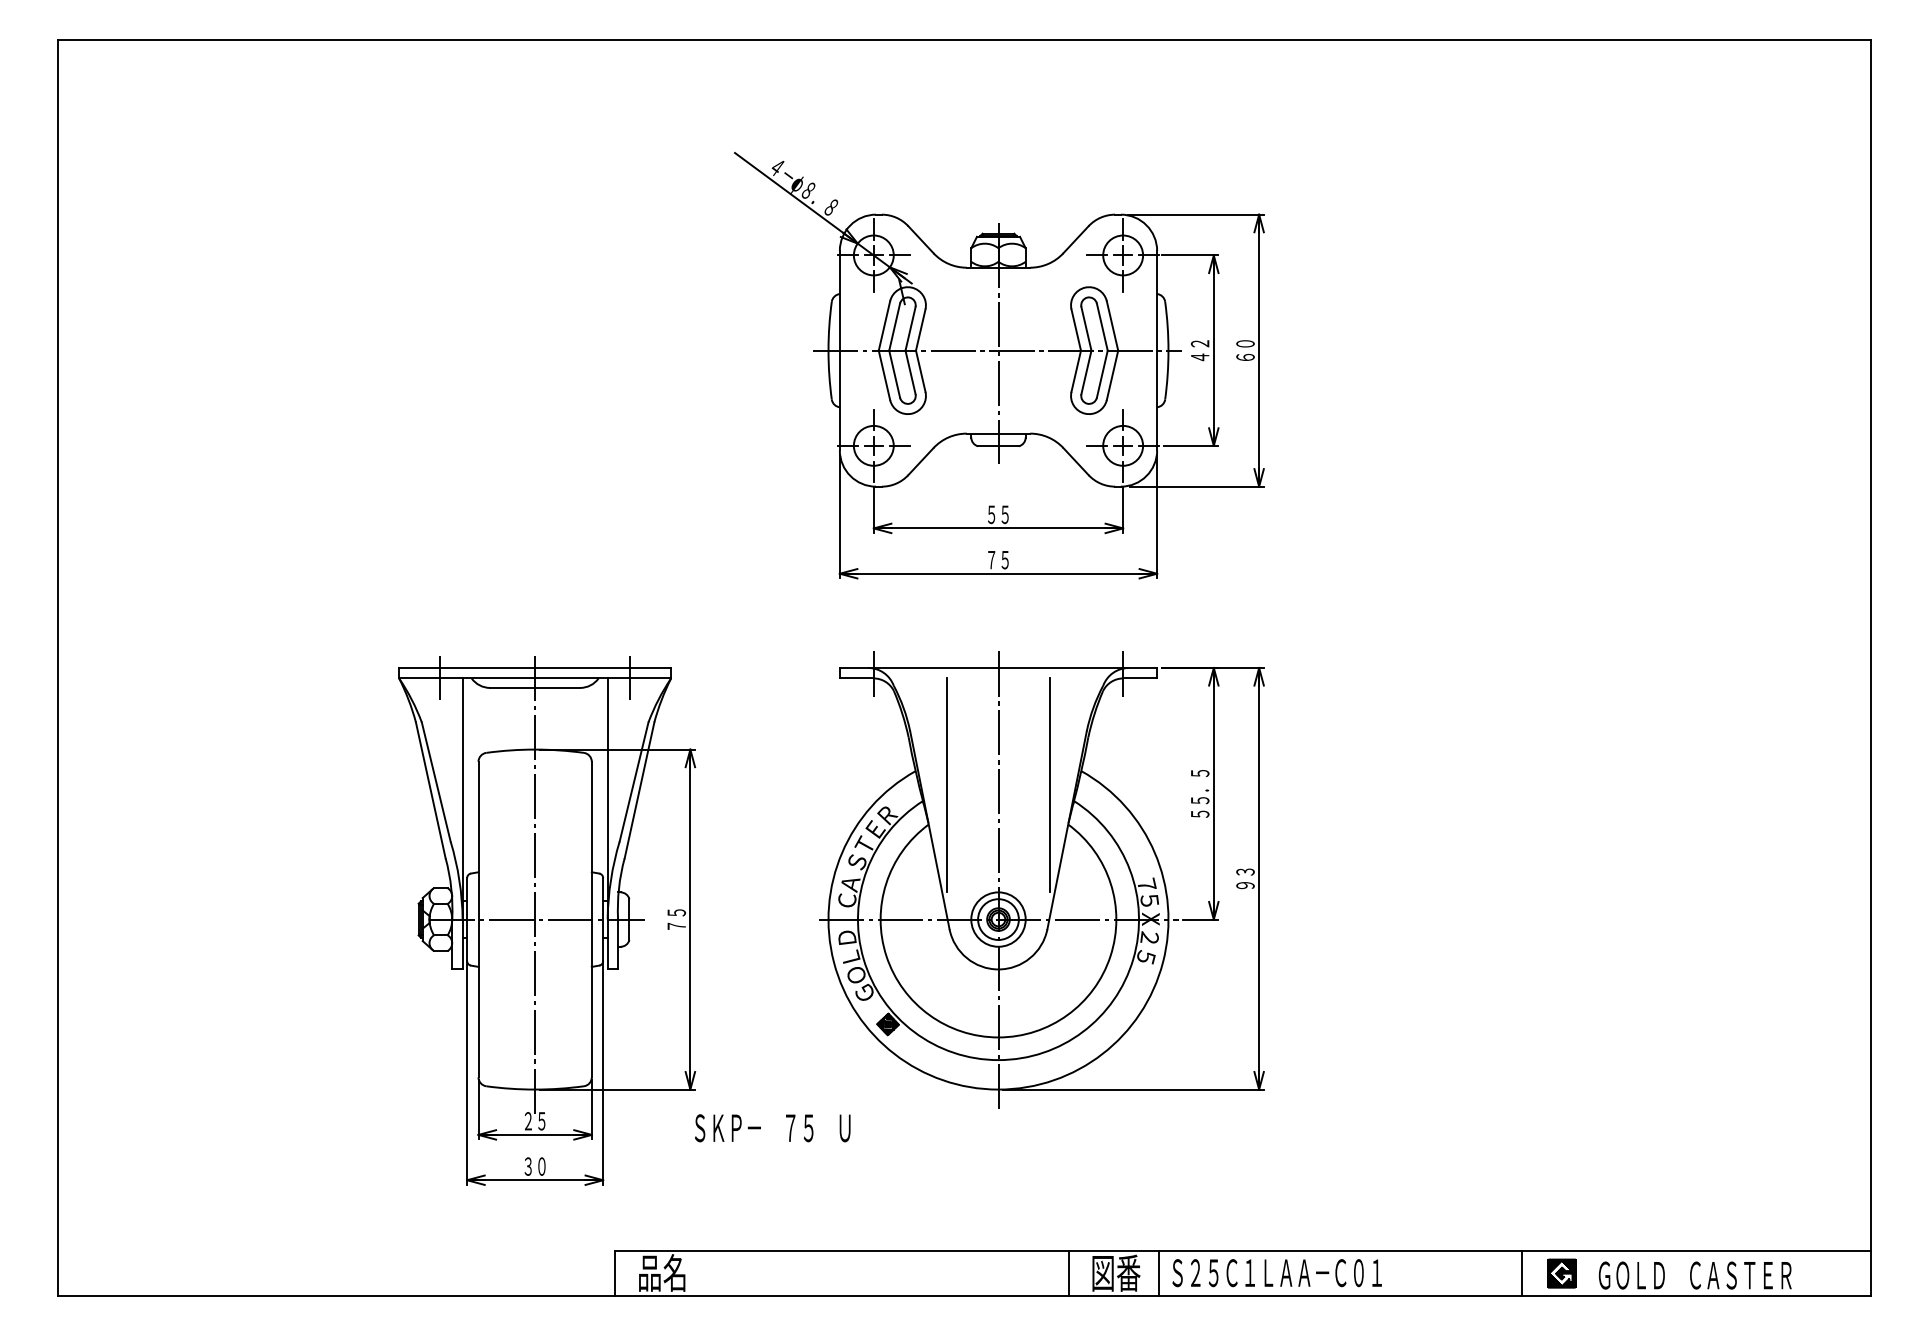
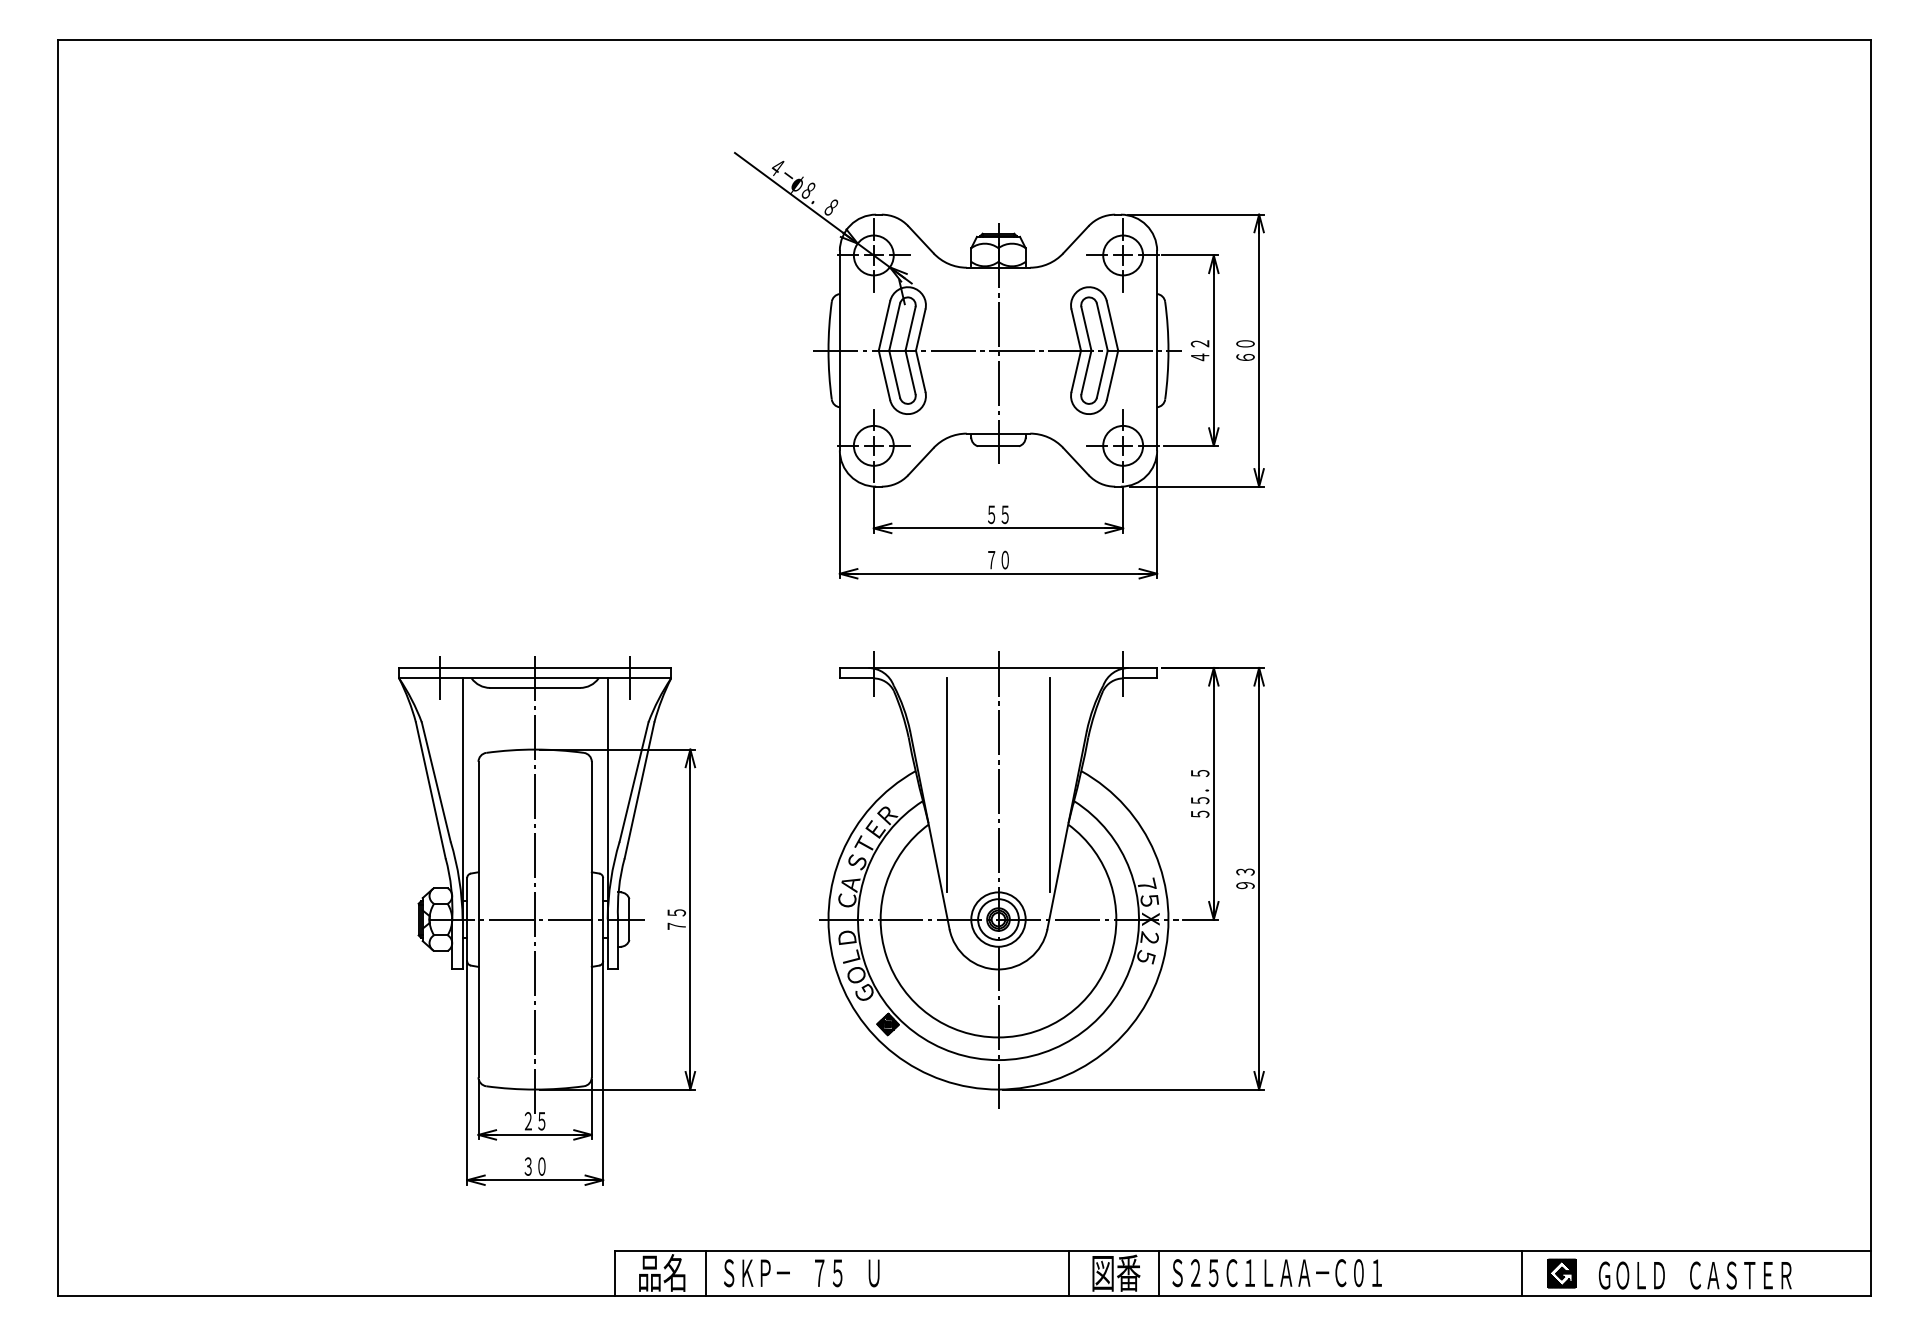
text at (1004, 559): ７５ -> ７０
text at (772, 1128) position: (772, 1128) -> (801, 1273)
line at (706, 1272): none -> present
